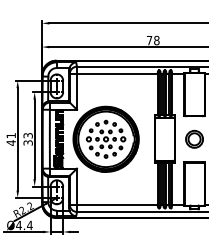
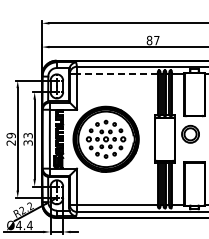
text at (152, 40): 78 -> 87
line at (116, 73): solid -> dashed
text at (10, 138): 41 -> 29
part at (194, 138) position: (194, 138) -> (190, 133)
